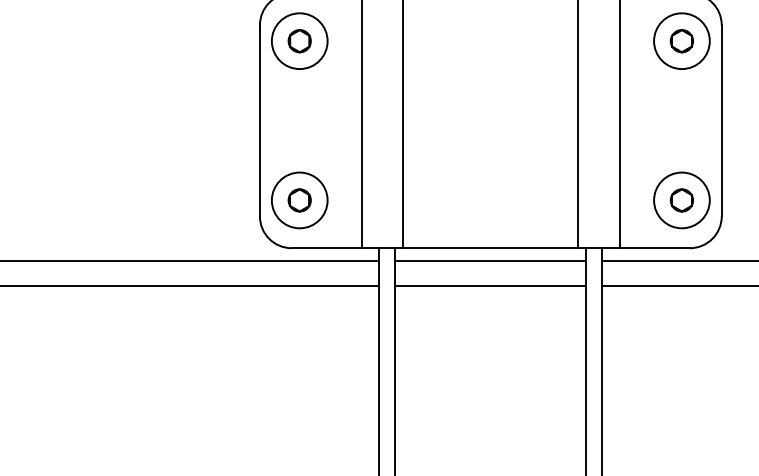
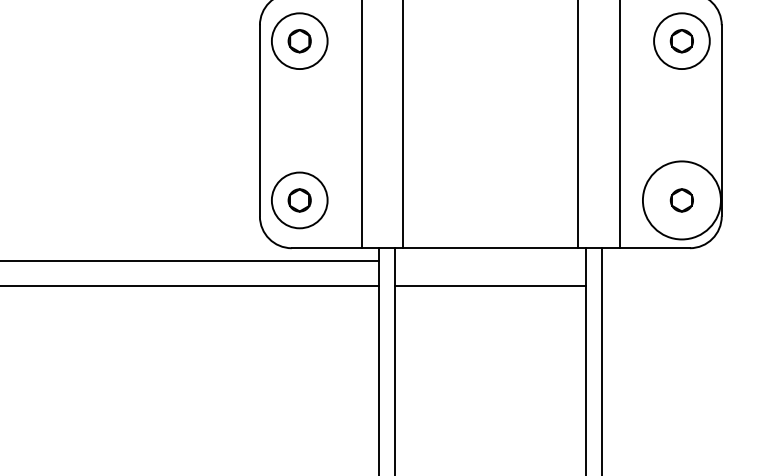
circle at (681, 200) diameter: 56 px -> 78 px
line at (490, 260): present -> none
line at (678, 260): present -> none
line at (678, 286): present -> none
